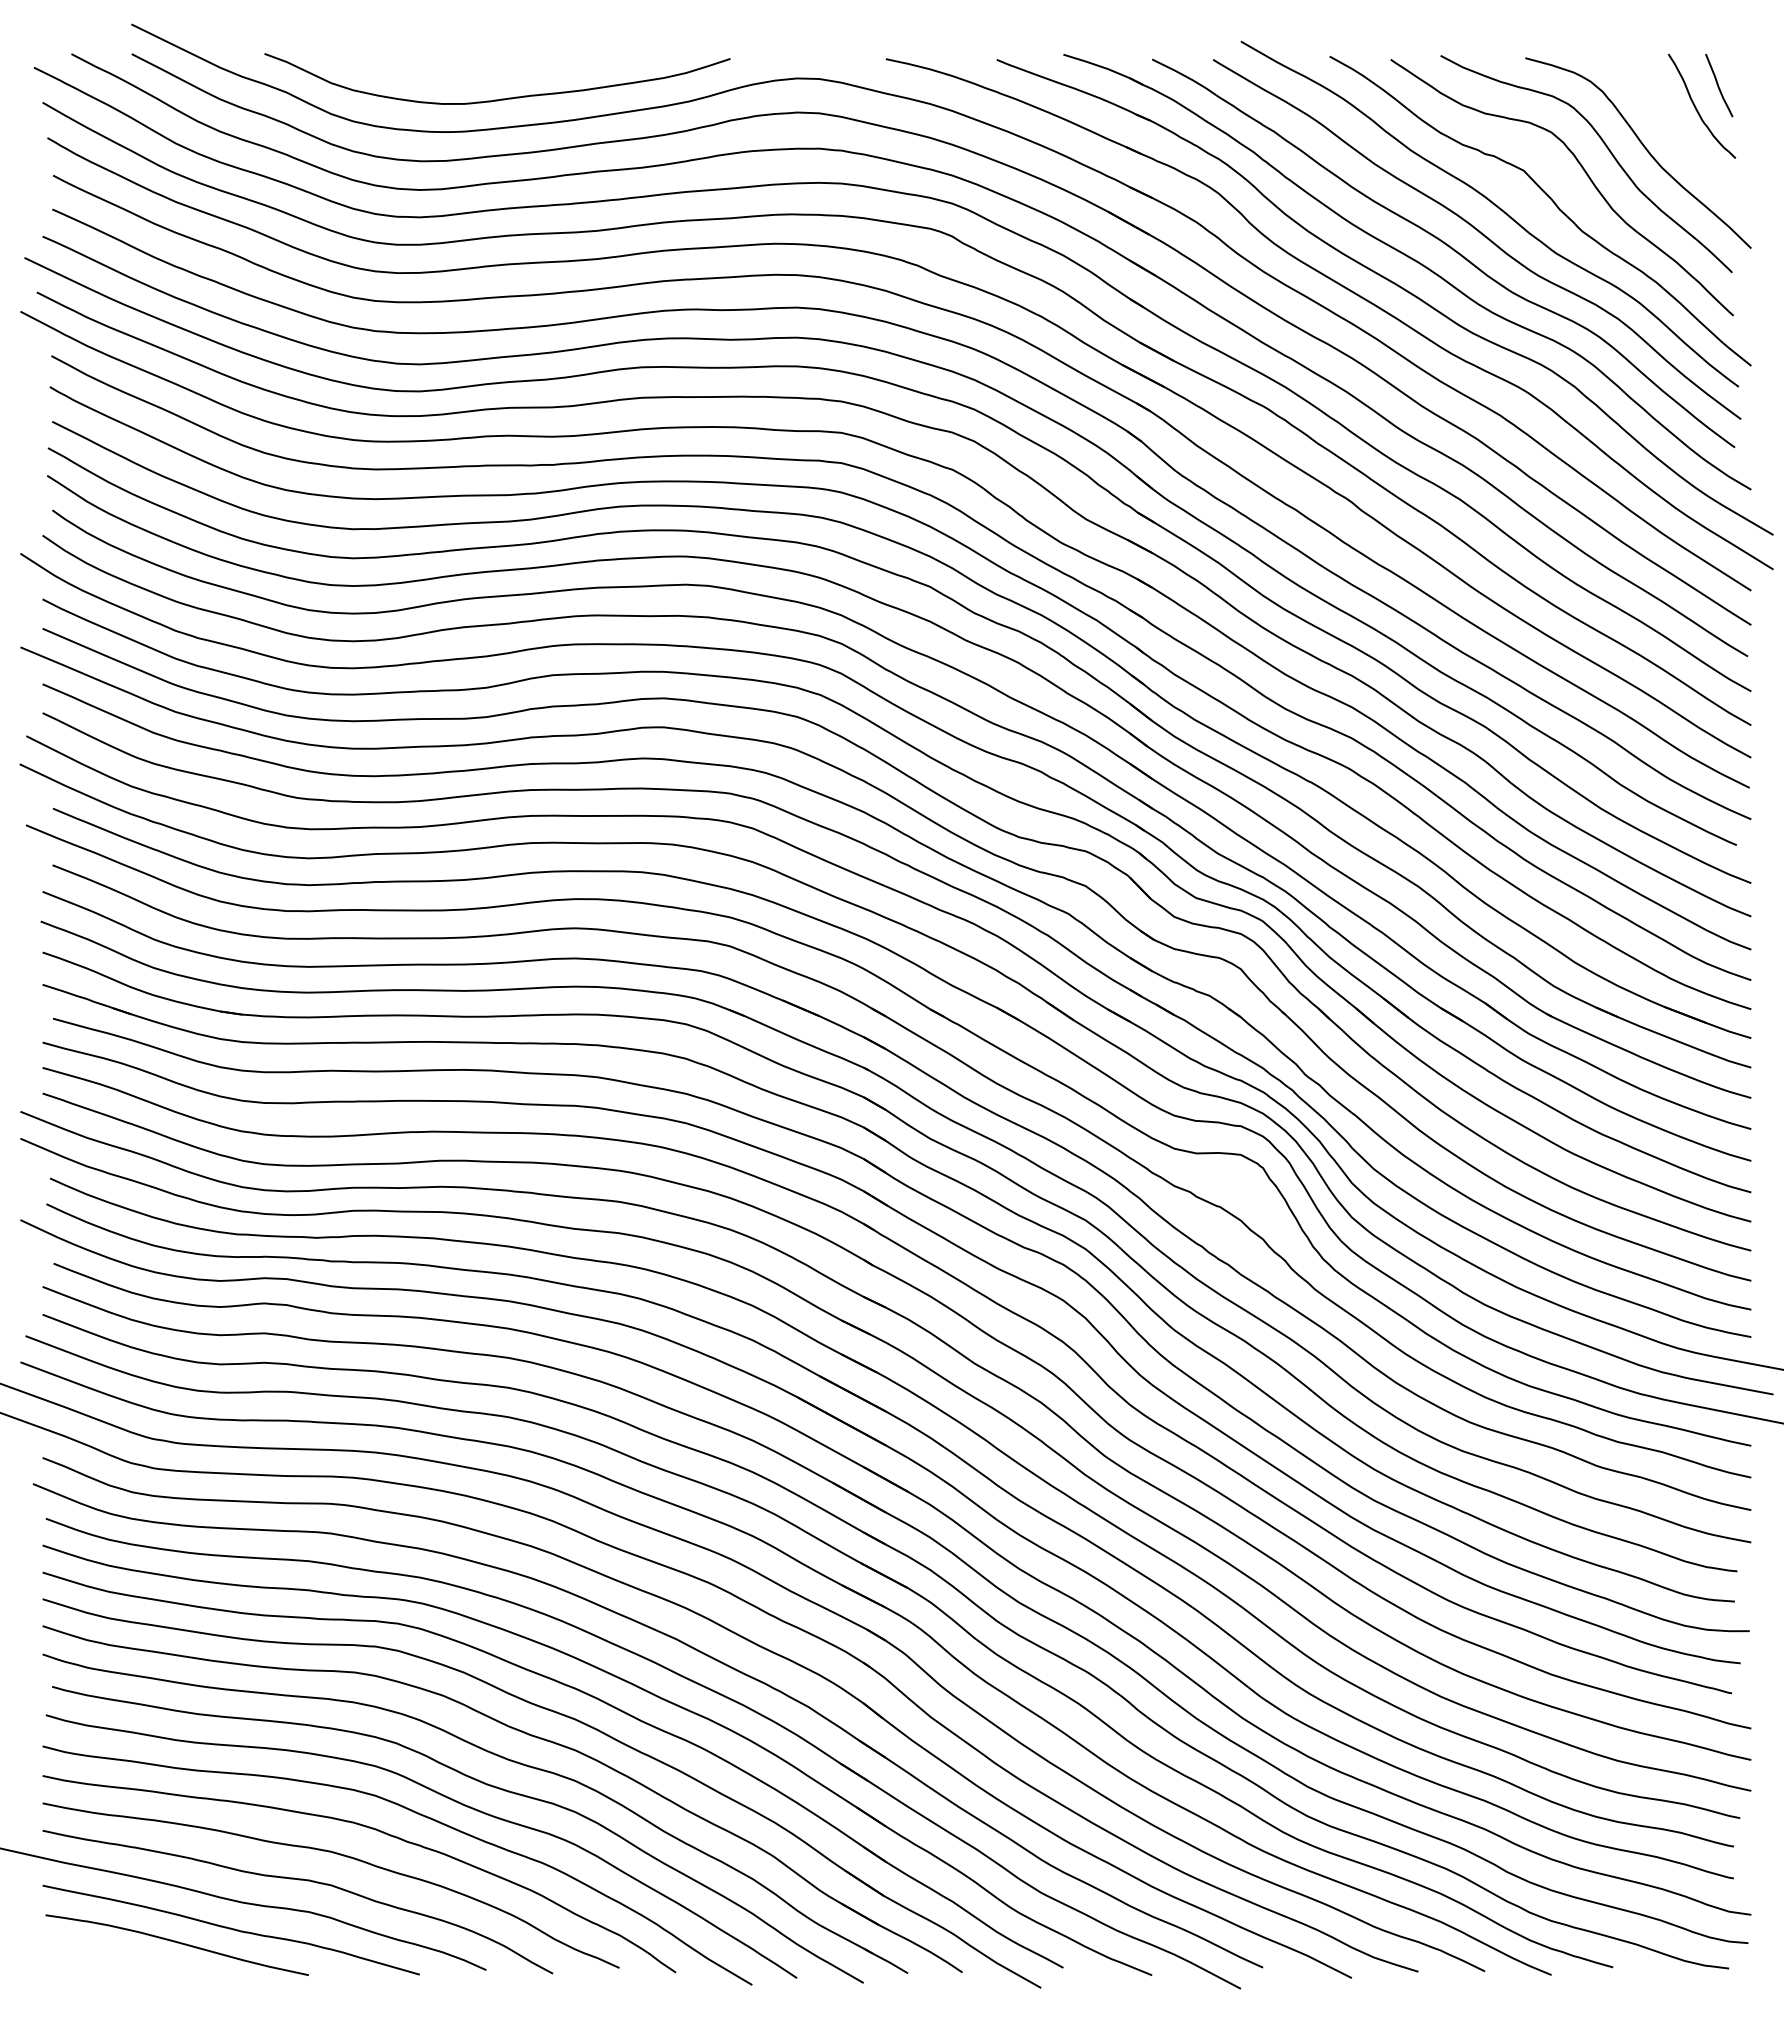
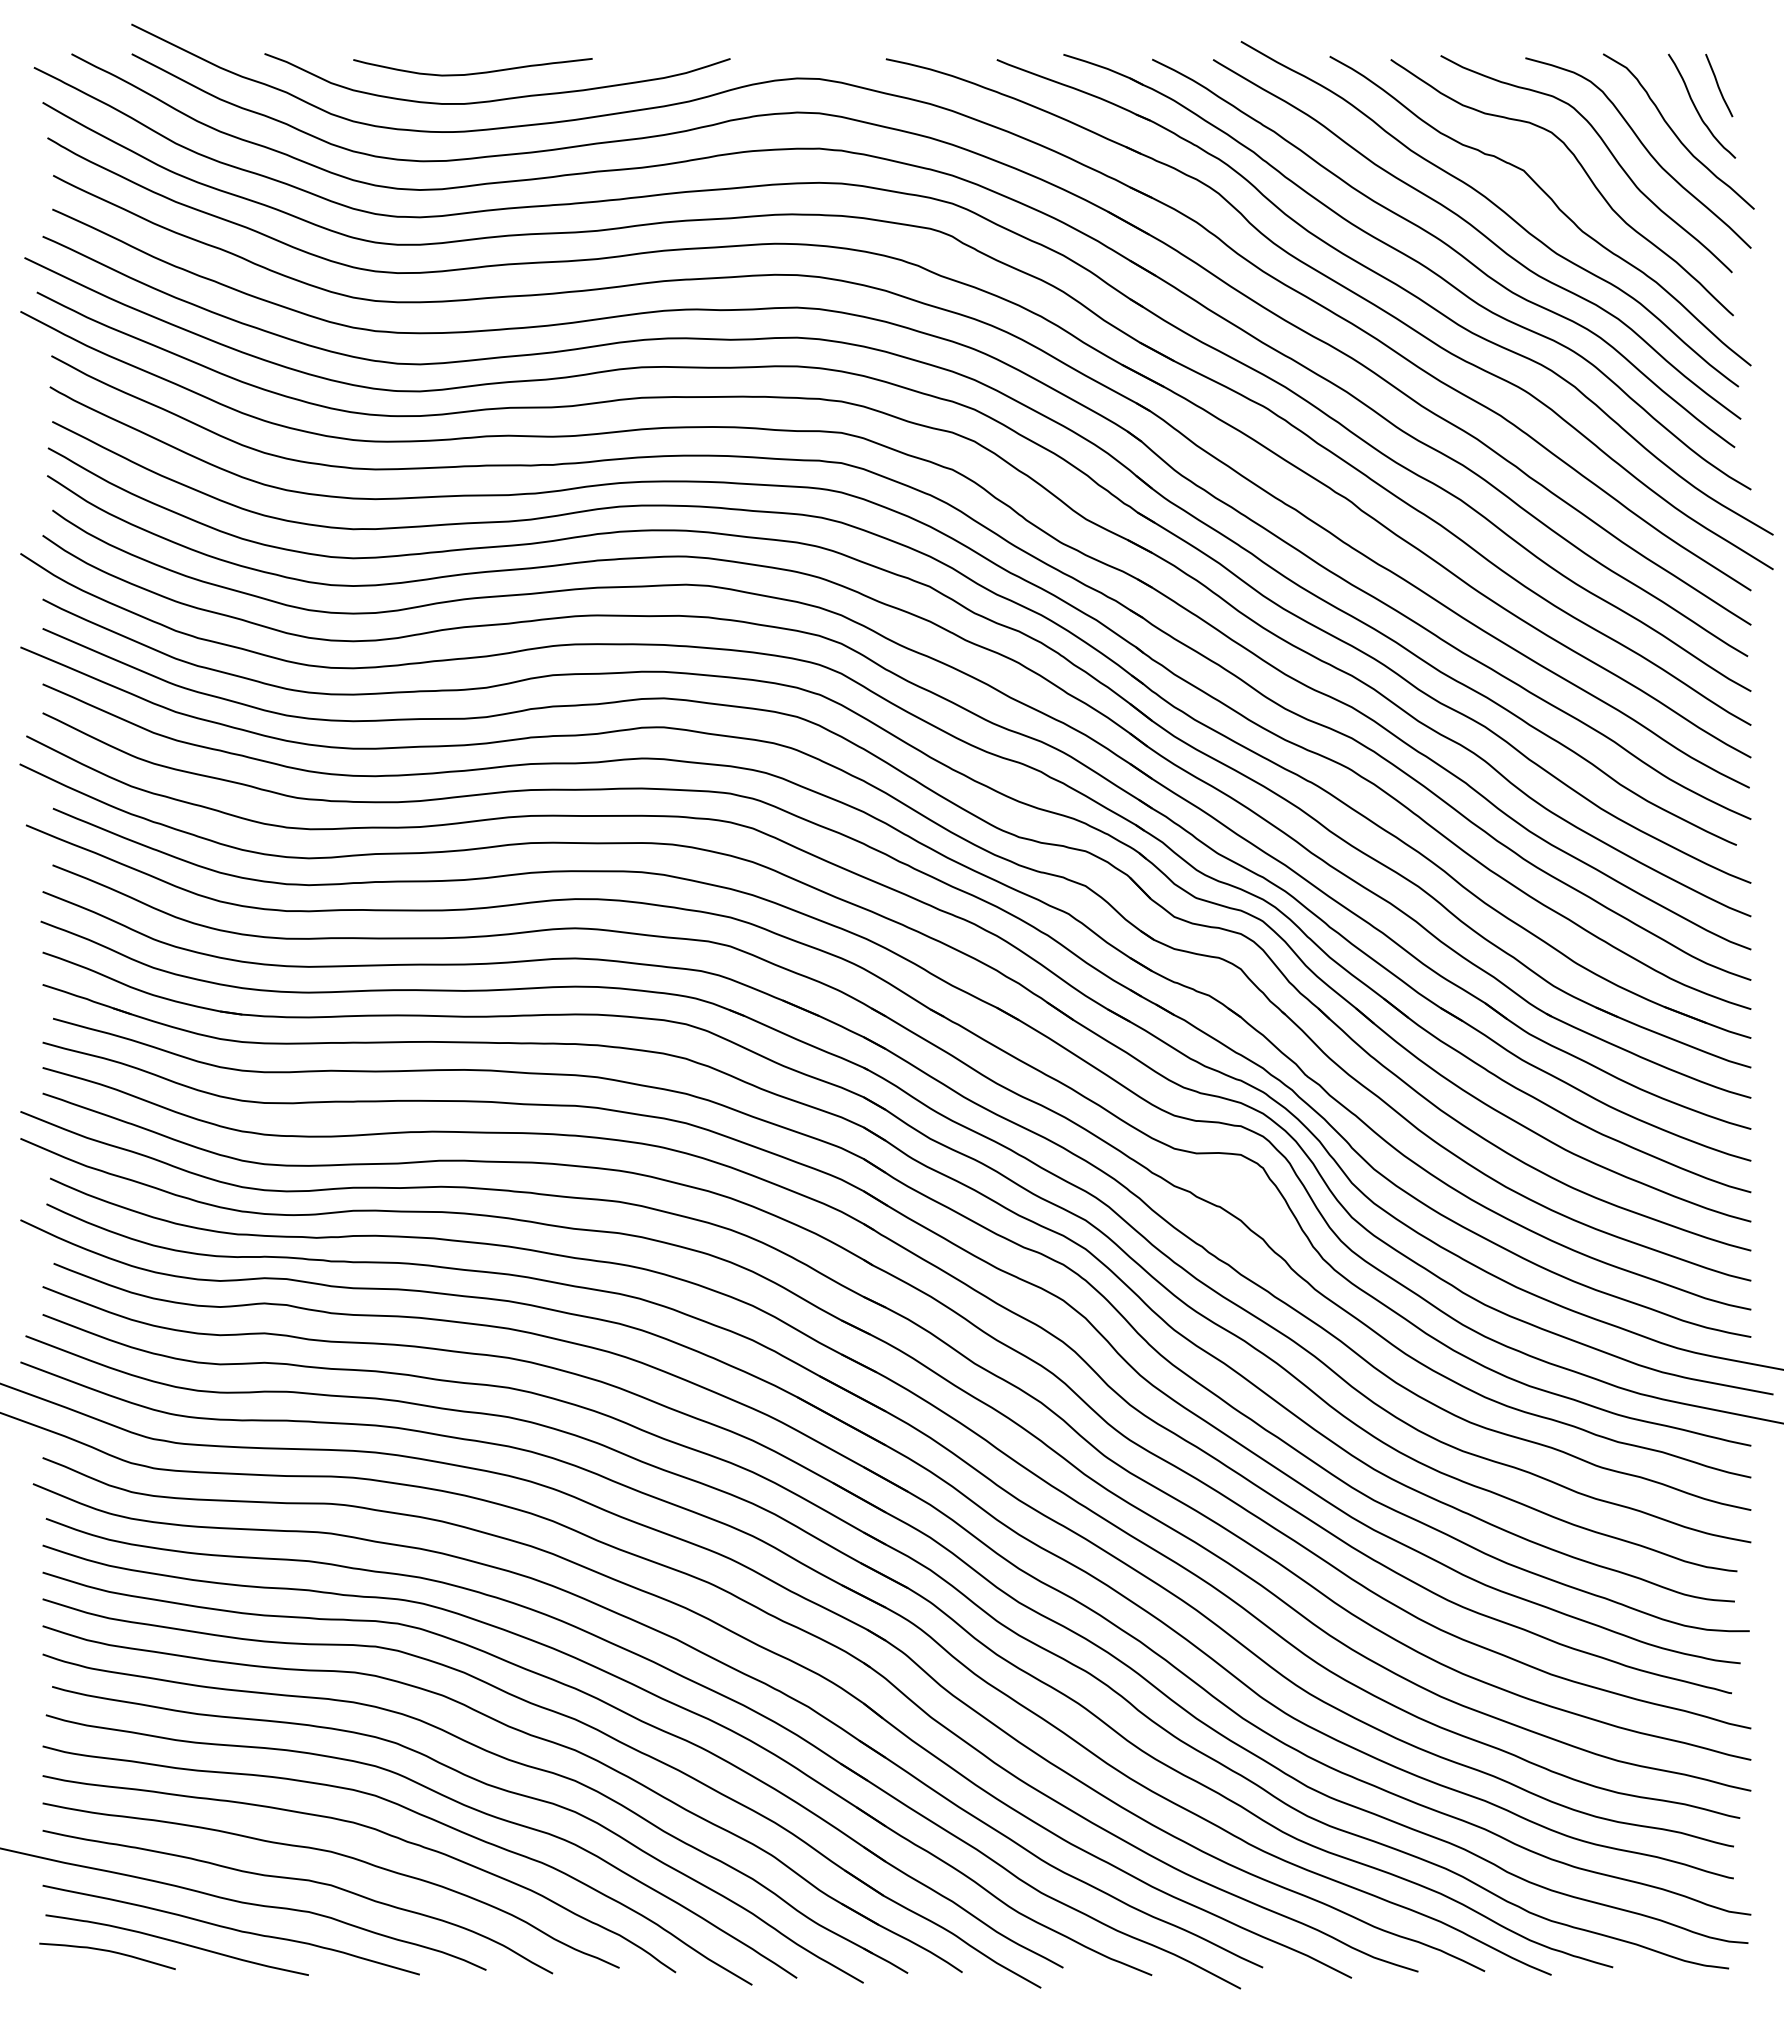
curve at (474, 72): none -> present
curve at (1675, 133): none -> present
curve at (107, 1951): none -> present
